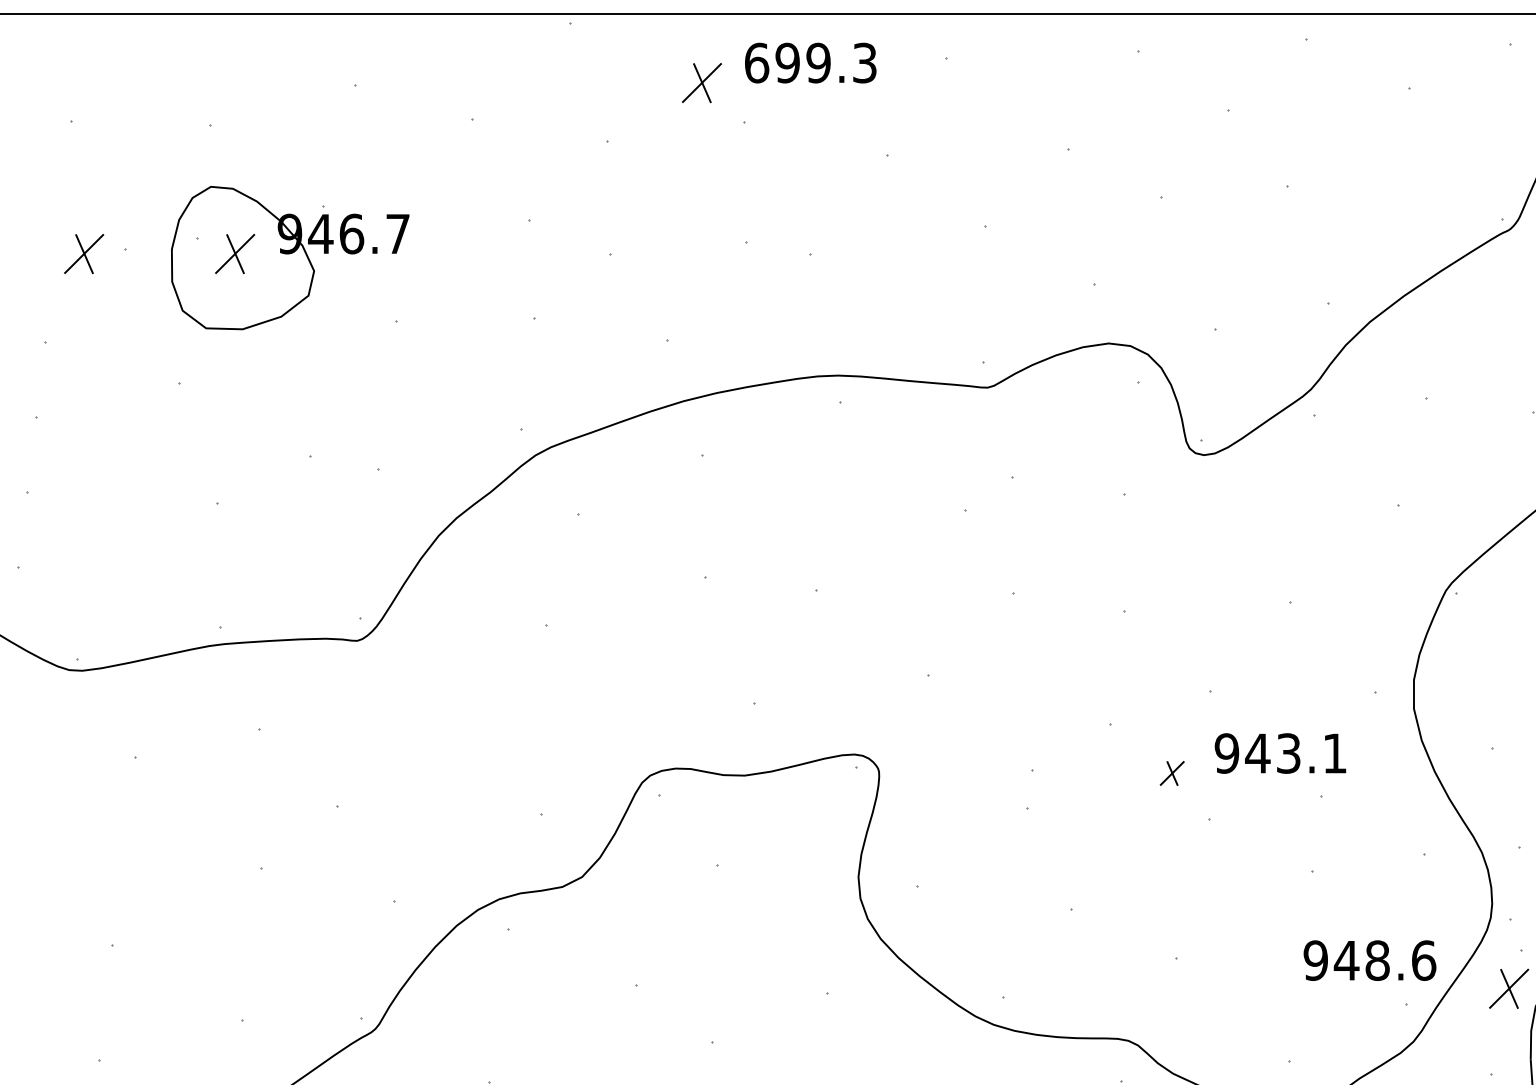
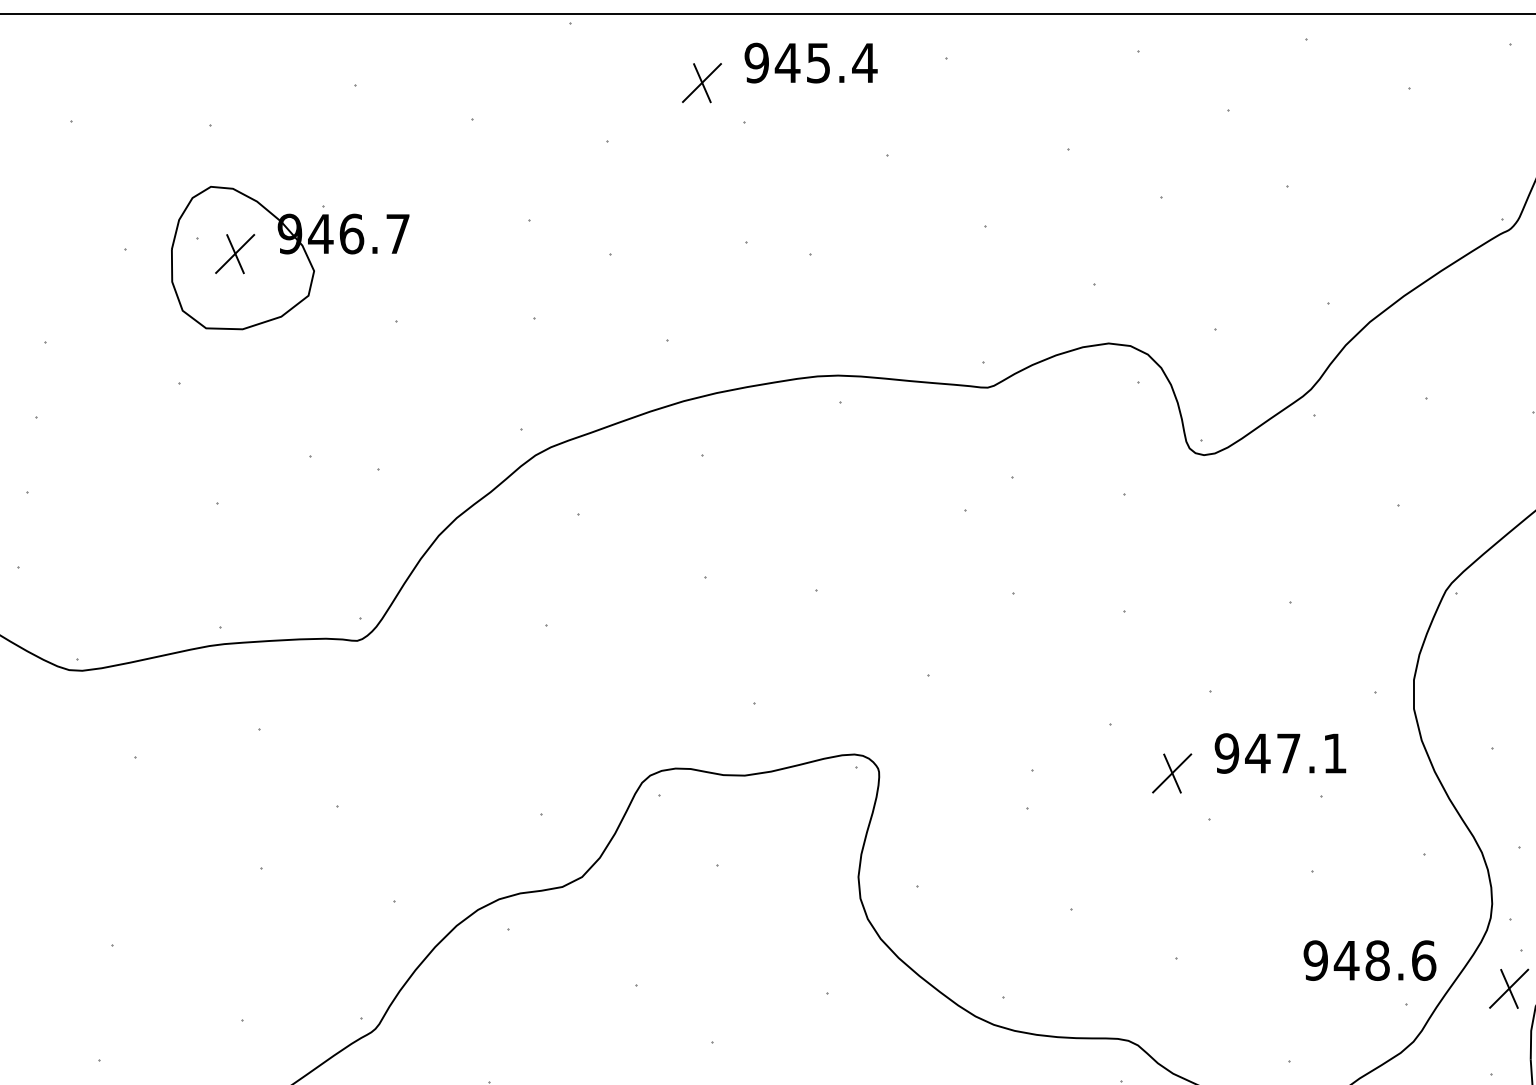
text at (810, 62): 699.3 -> 945.4
part at (84, 254): present -> none
text at (1288, 753): 943.1 -> 947.1
part at (1171, 773) size: 26x25 px -> 41x41 px
